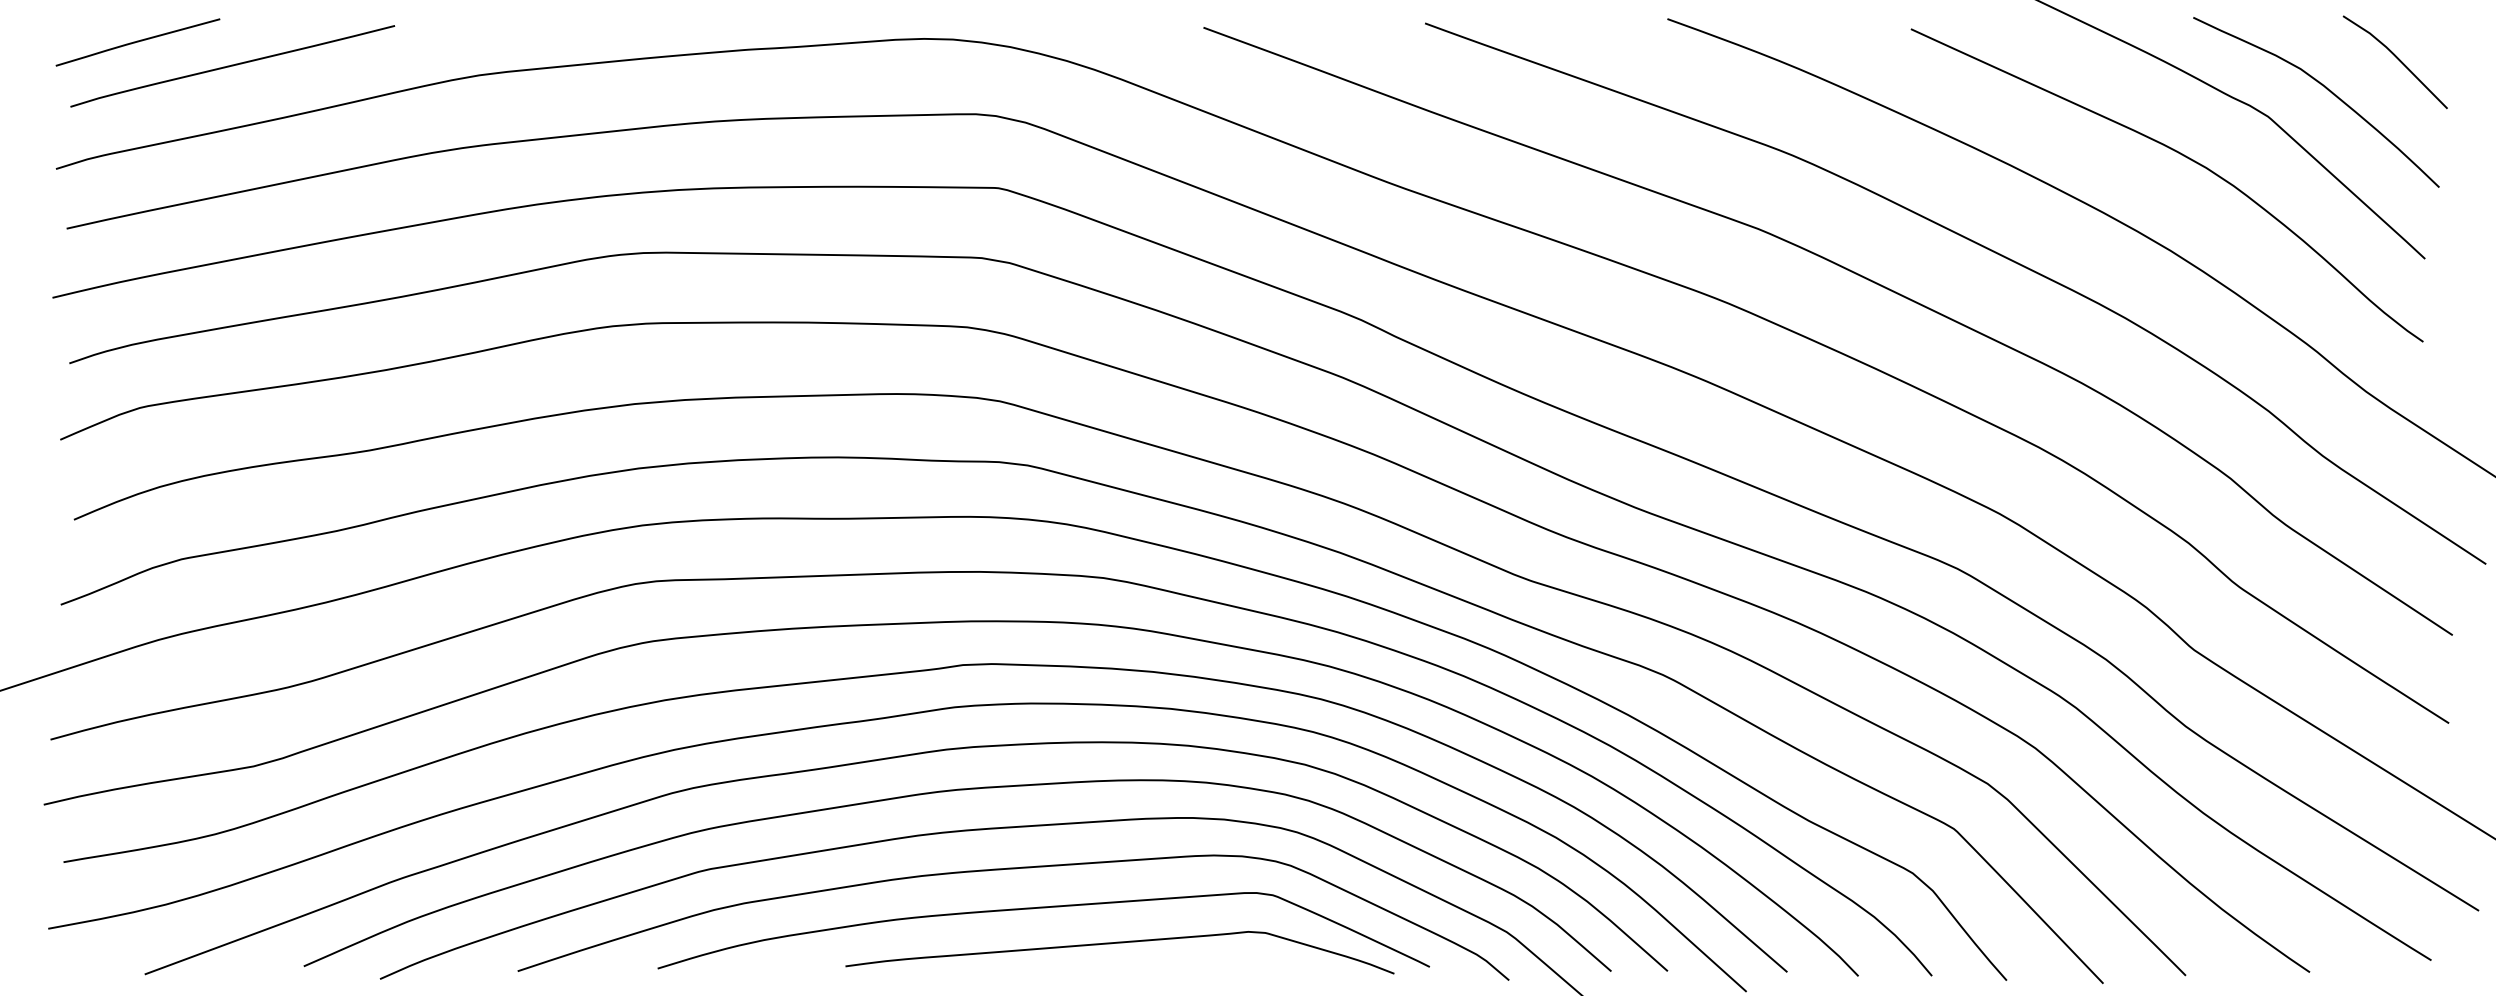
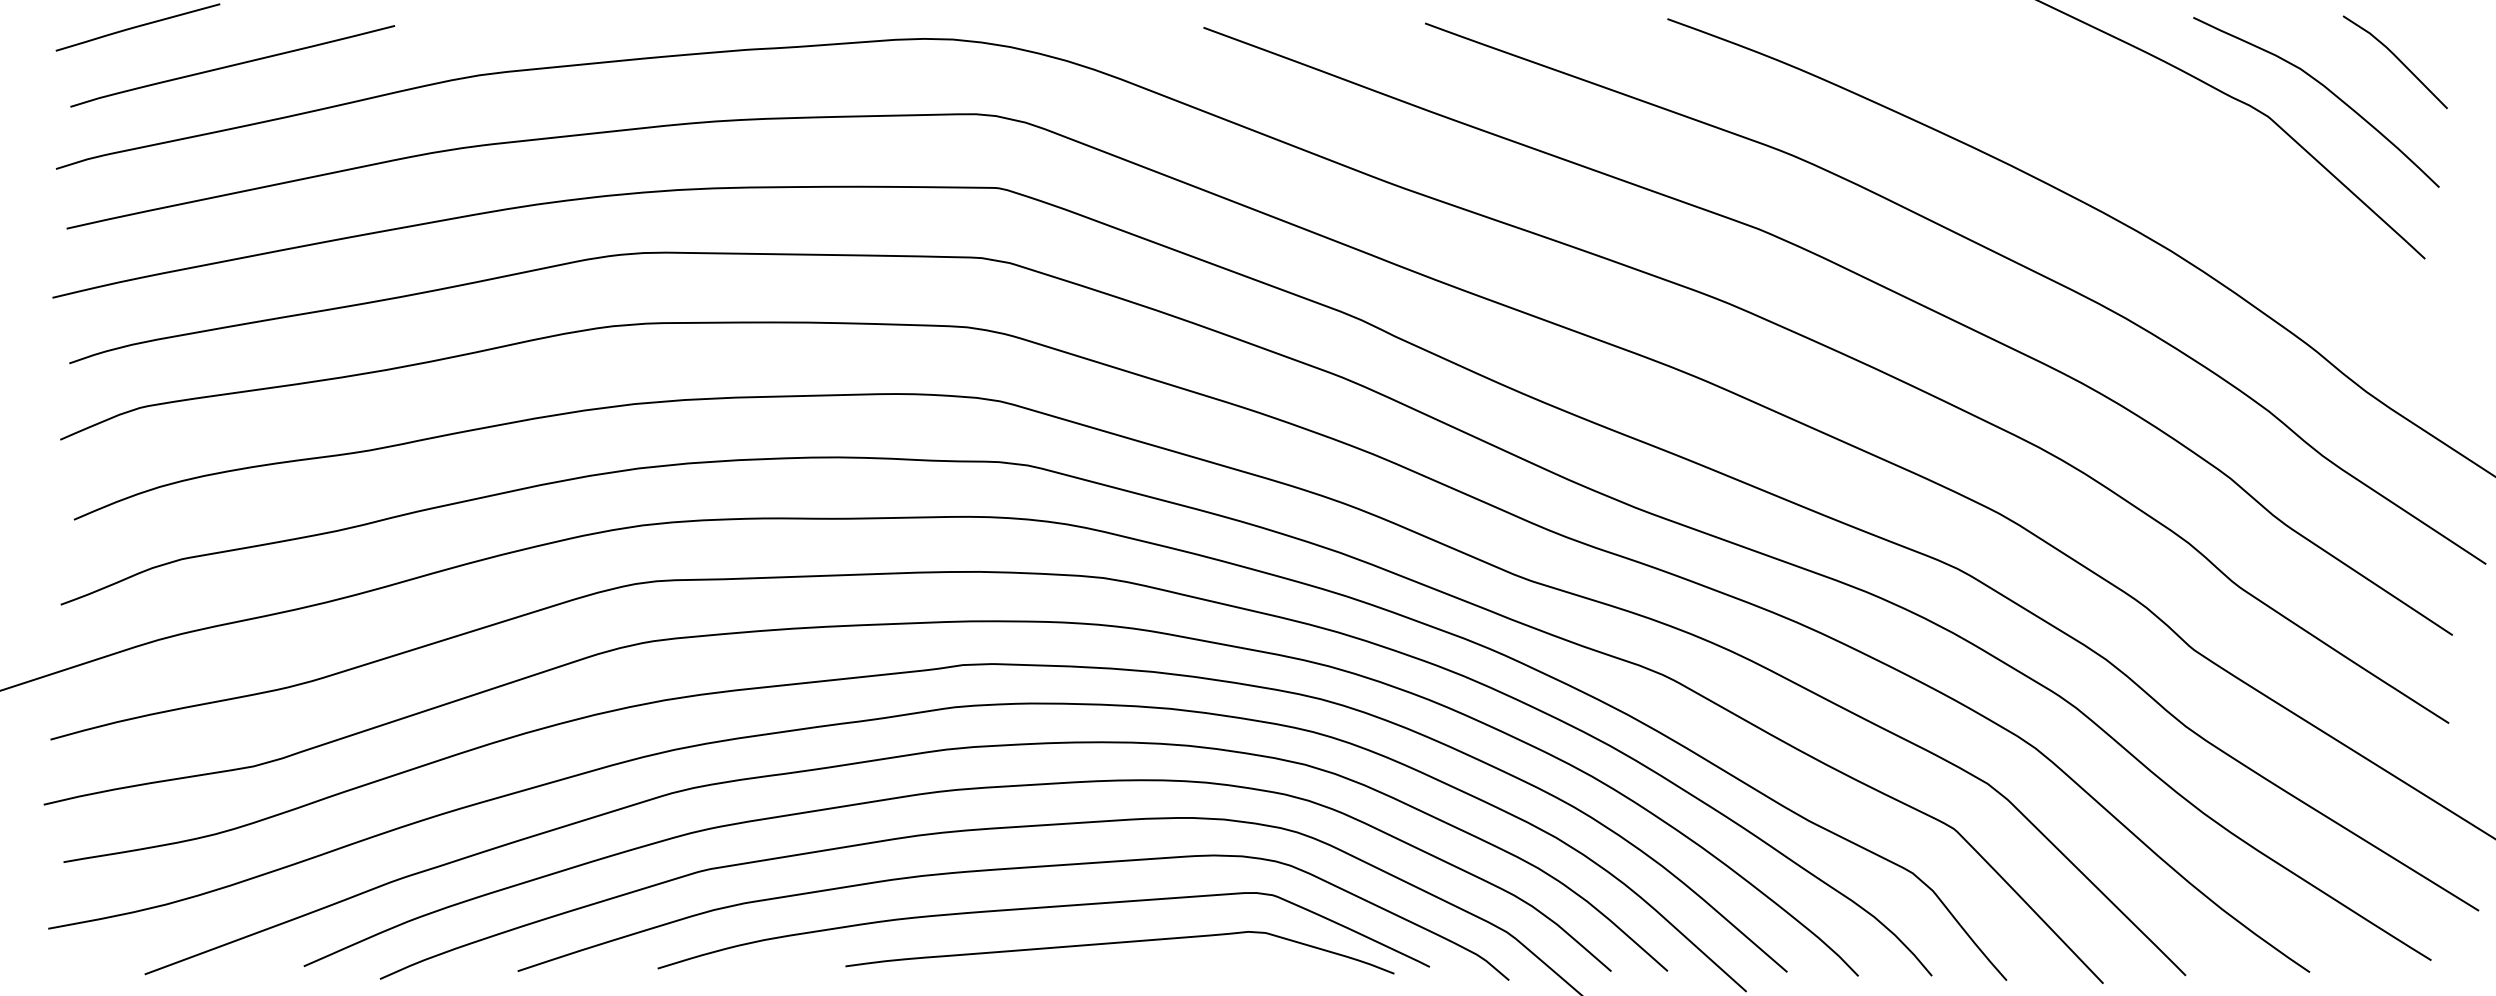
curve at (137, 42) position: (137, 42) -> (137, 27)
curve at (2181, 155): present -> none
